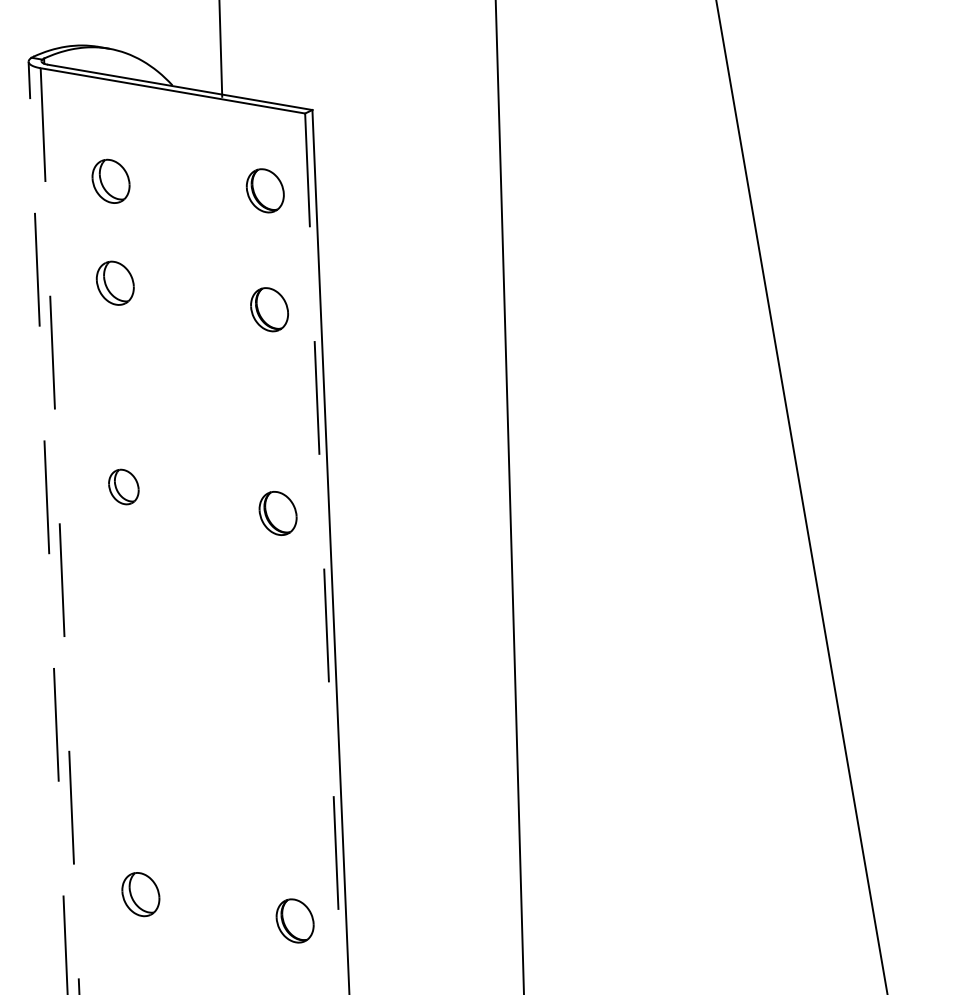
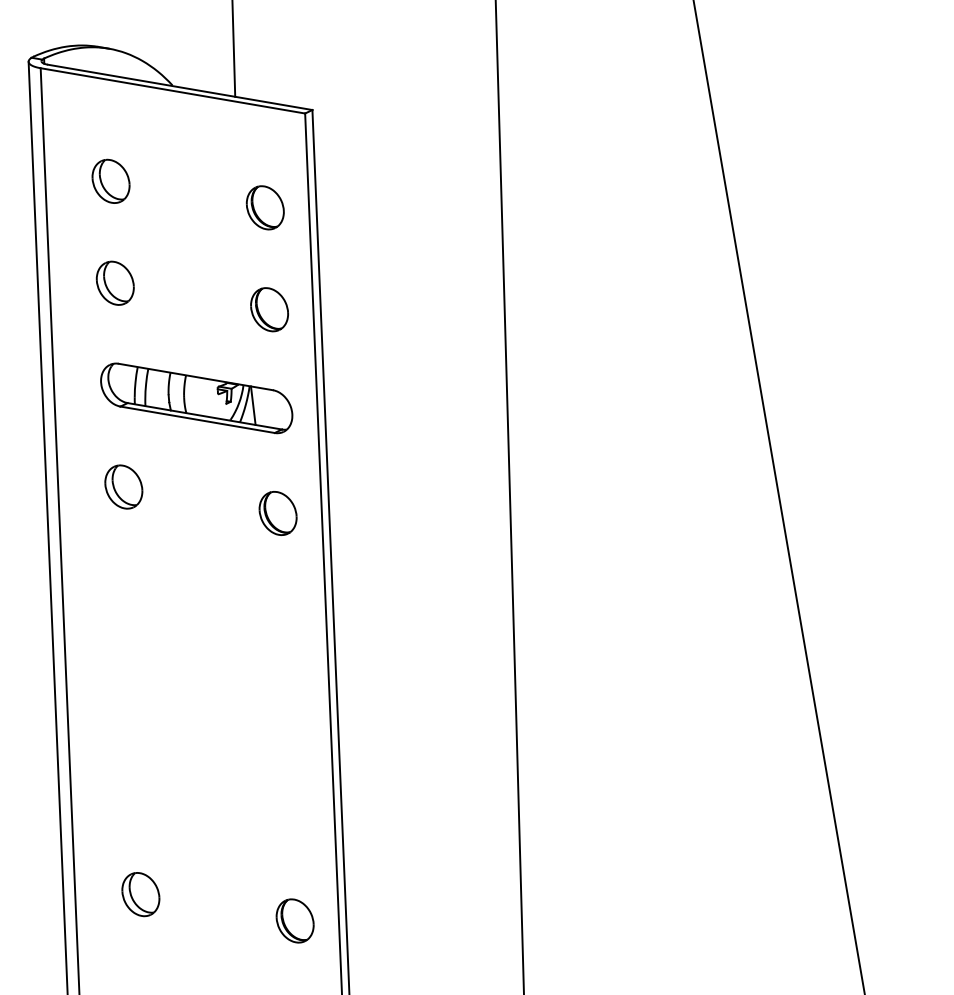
line at (220, 49) position: (220, 49) -> (233, 49)
part at (264, 190) position: (264, 190) -> (264, 207)
part at (196, 398): none -> present
part at (123, 486) size: 32x38 px -> 40x46 px
line at (801, 496) position: (801, 496) -> (778, 496)
line at (48, 528): dashed -> solid
line at (60, 531): dashed -> solid
line at (323, 554): dashed -> solid
